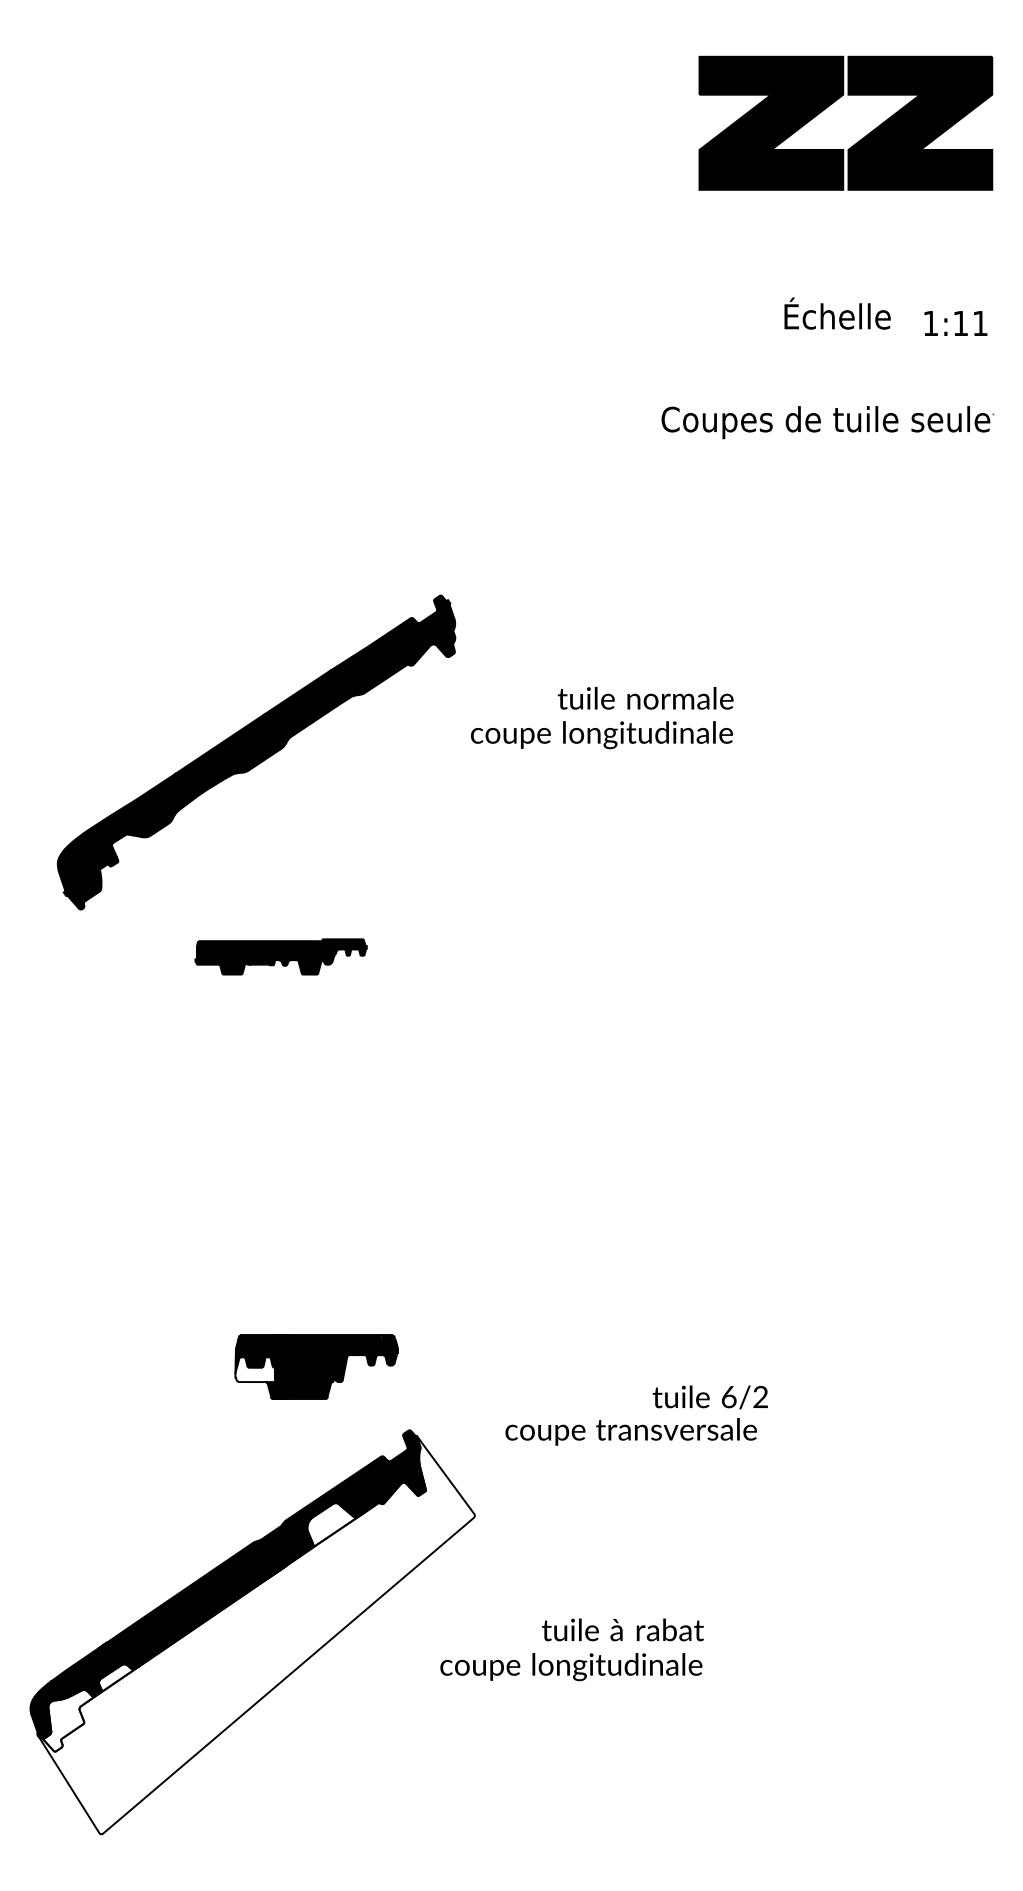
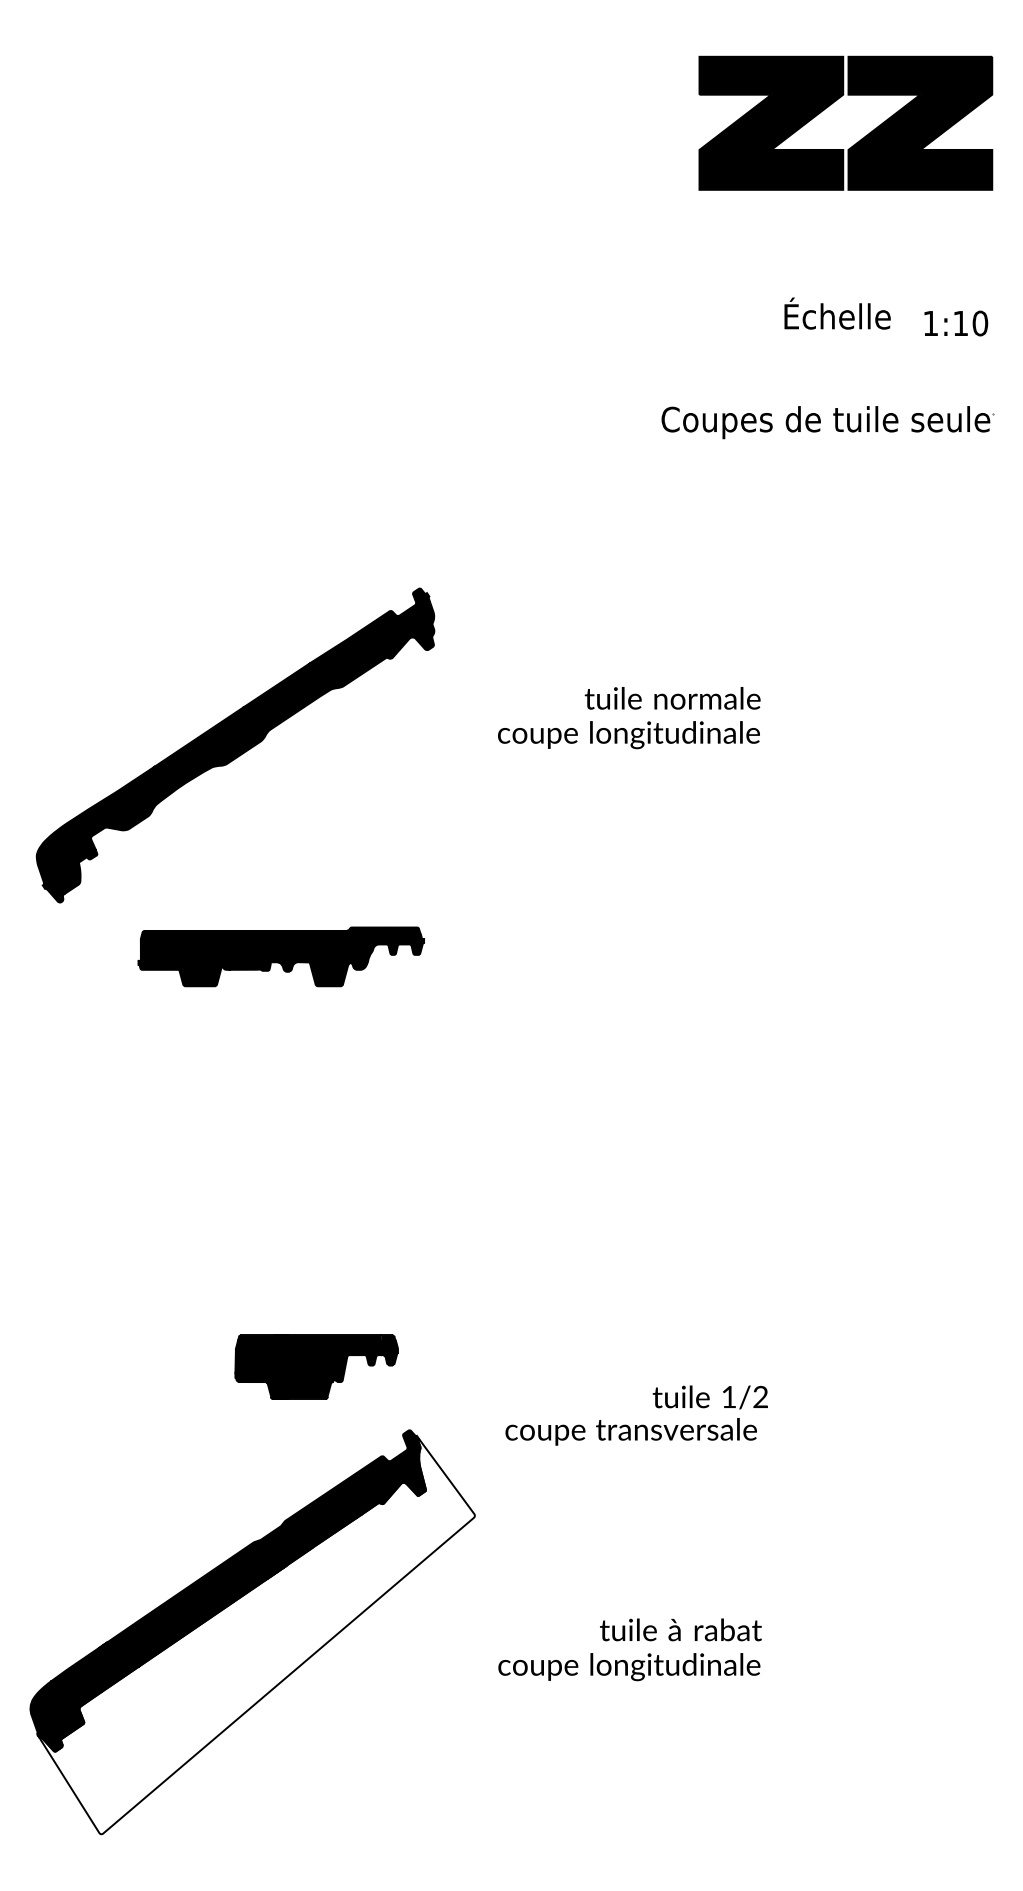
text at (980, 323): 1:11 -> 1:10
text at (602, 718) position: (602, 718) -> (629, 718)
part at (256, 752) position: (256, 752) -> (235, 745)
part at (280, 956) size: 174x38 px -> 288x62 px
fill at (259, 1369): none -> present
text at (729, 1397): 6/2 -> 1/2
fill at (331, 1525): none -> present
text at (571, 1649) position: (571, 1649) -> (629, 1649)
fill at (116, 1678): none -> present
fill at (68, 1720): none -> present
